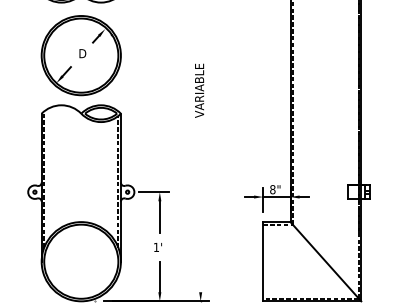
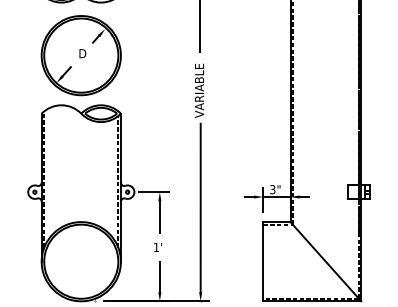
line at (200, 27): none -> present
text at (272, 189): 8" -> 3"
line at (200, 207): none -> present
